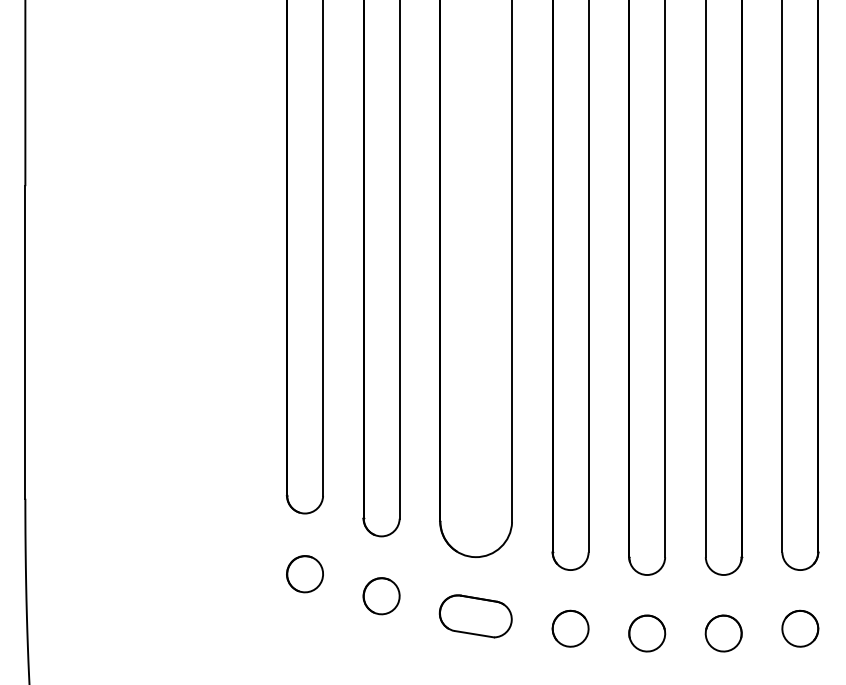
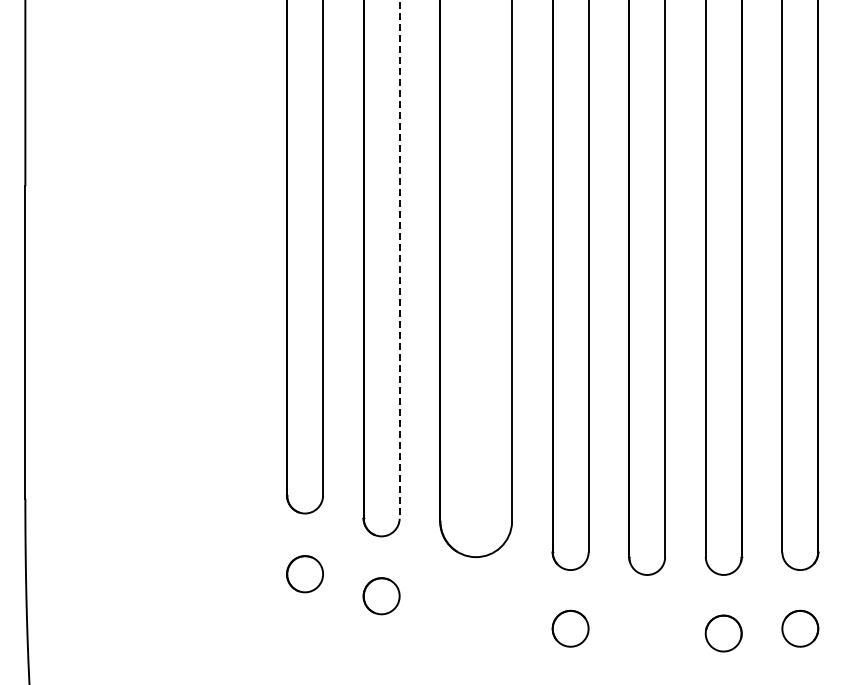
line at (399, 259): solid -> dashed
part at (475, 616): present -> none
part at (647, 633): present -> none
